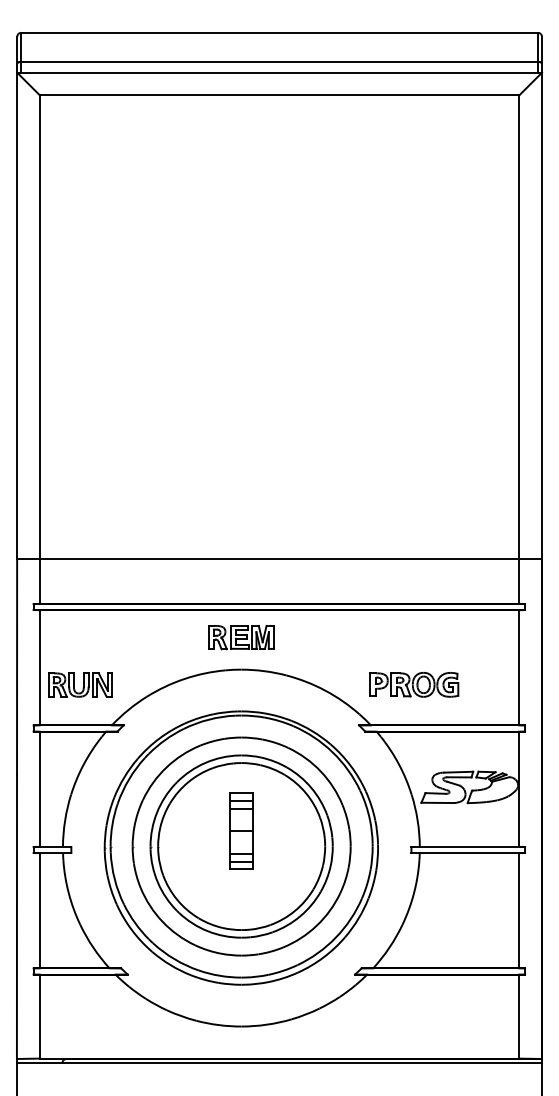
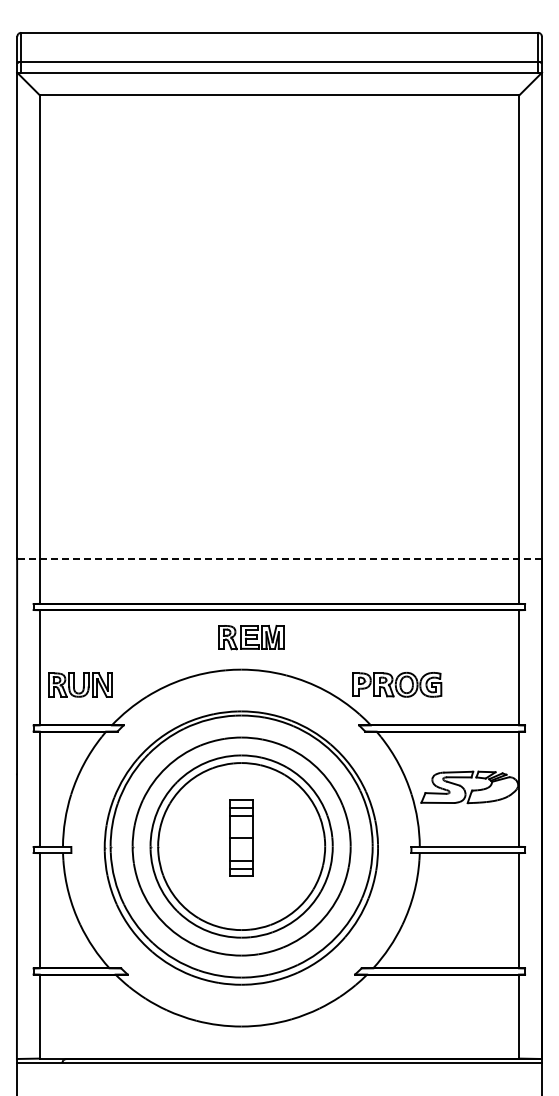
line at (279, 558): solid -> dashed
part at (241, 637) position: (241, 637) -> (251, 637)
part at (414, 684) position: (414, 684) -> (397, 684)
part at (241, 830) position: (241, 830) -> (241, 837)
